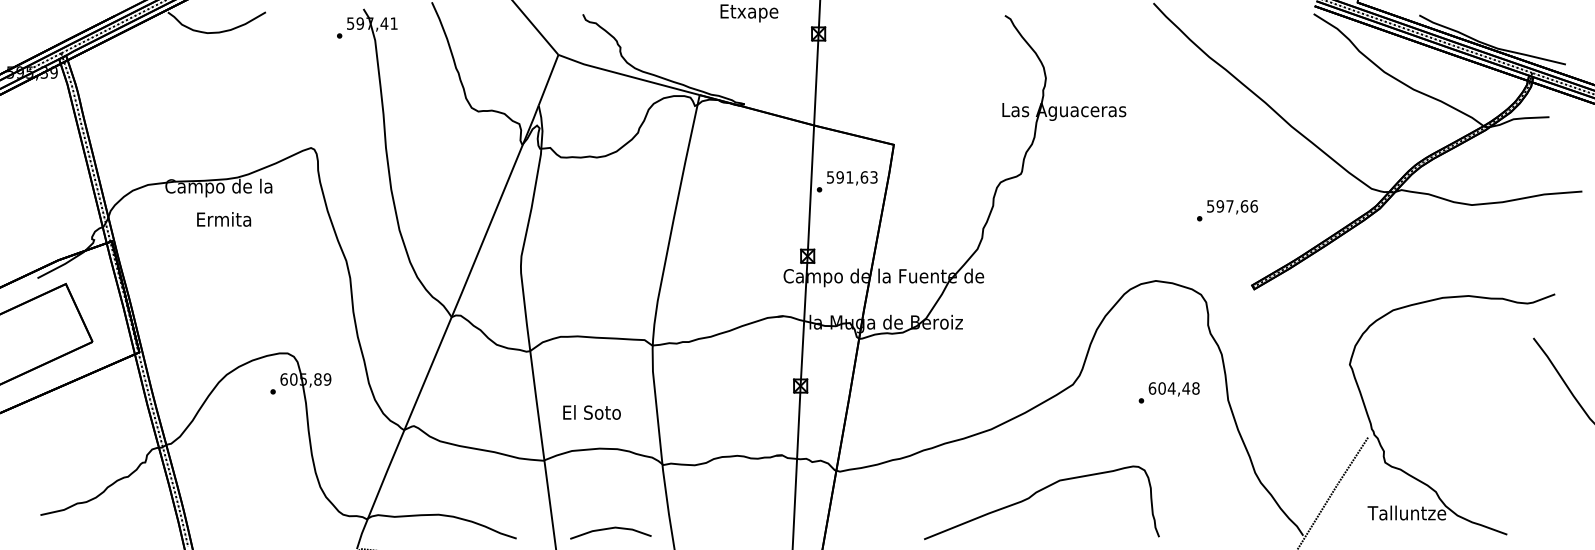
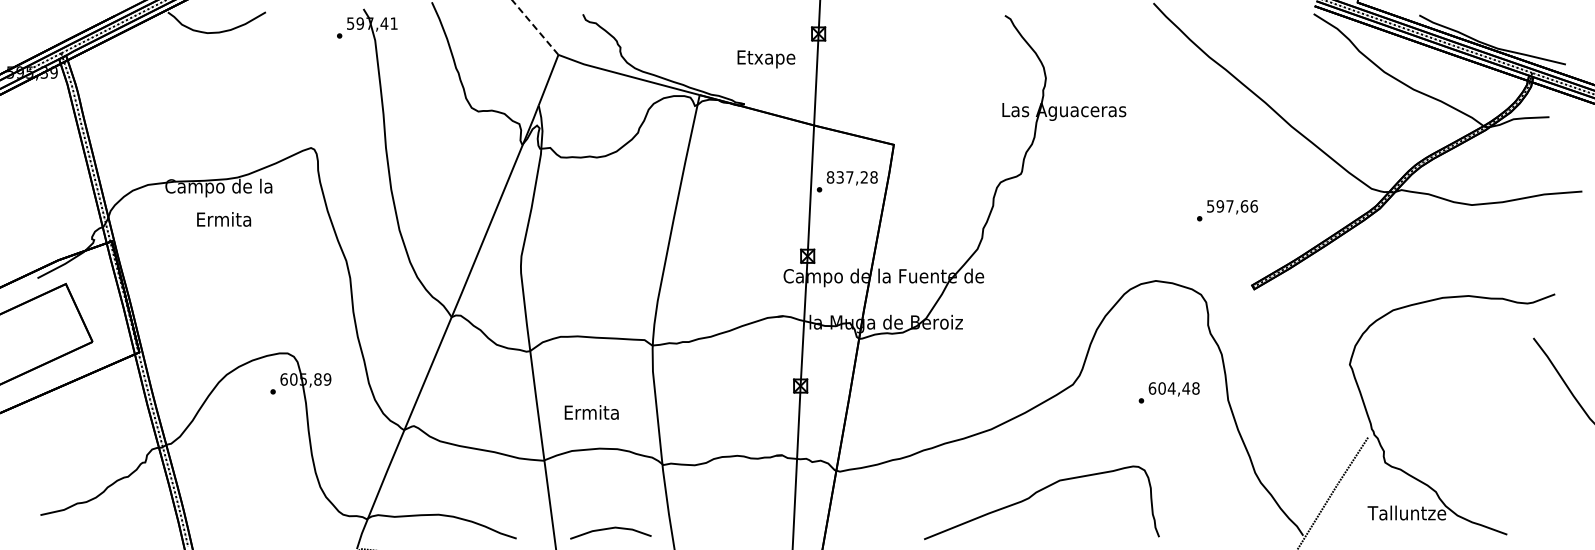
text at (749, 13) position: (749, 13) -> (766, 59)
line at (535, 27): solid -> dashed
text at (851, 177): 591,63 -> 837,28
text at (591, 412): El Soto -> Ermita
